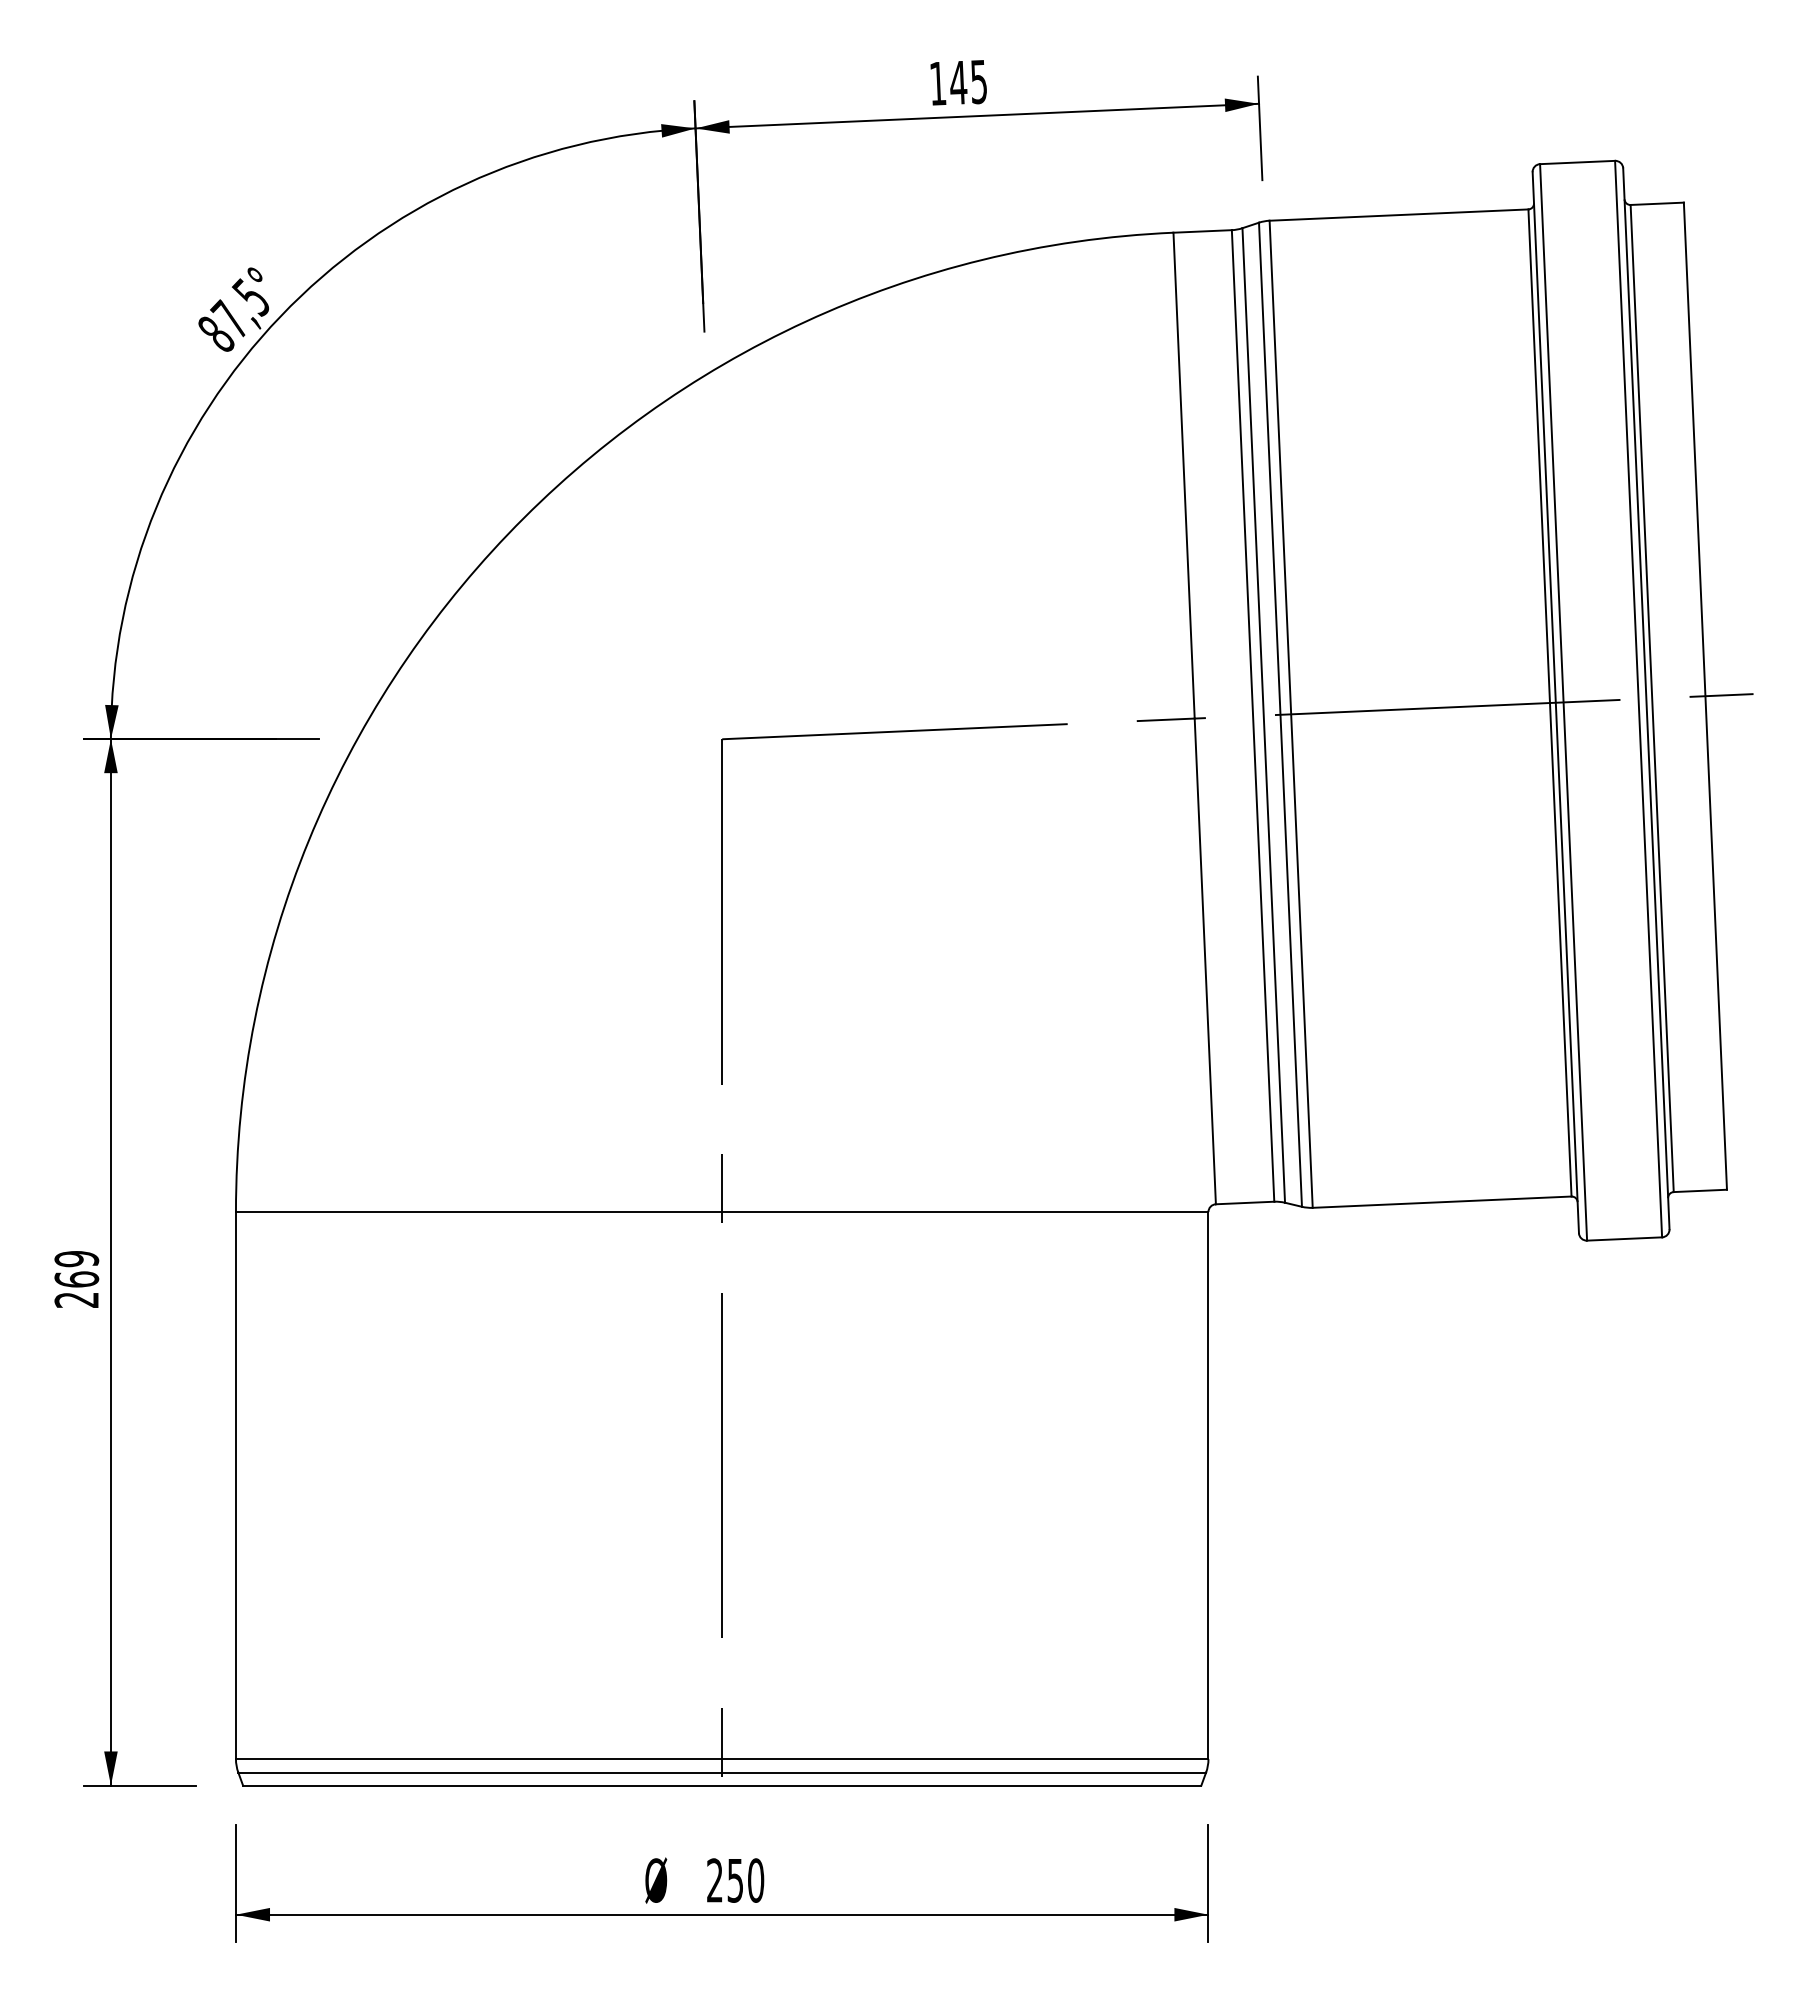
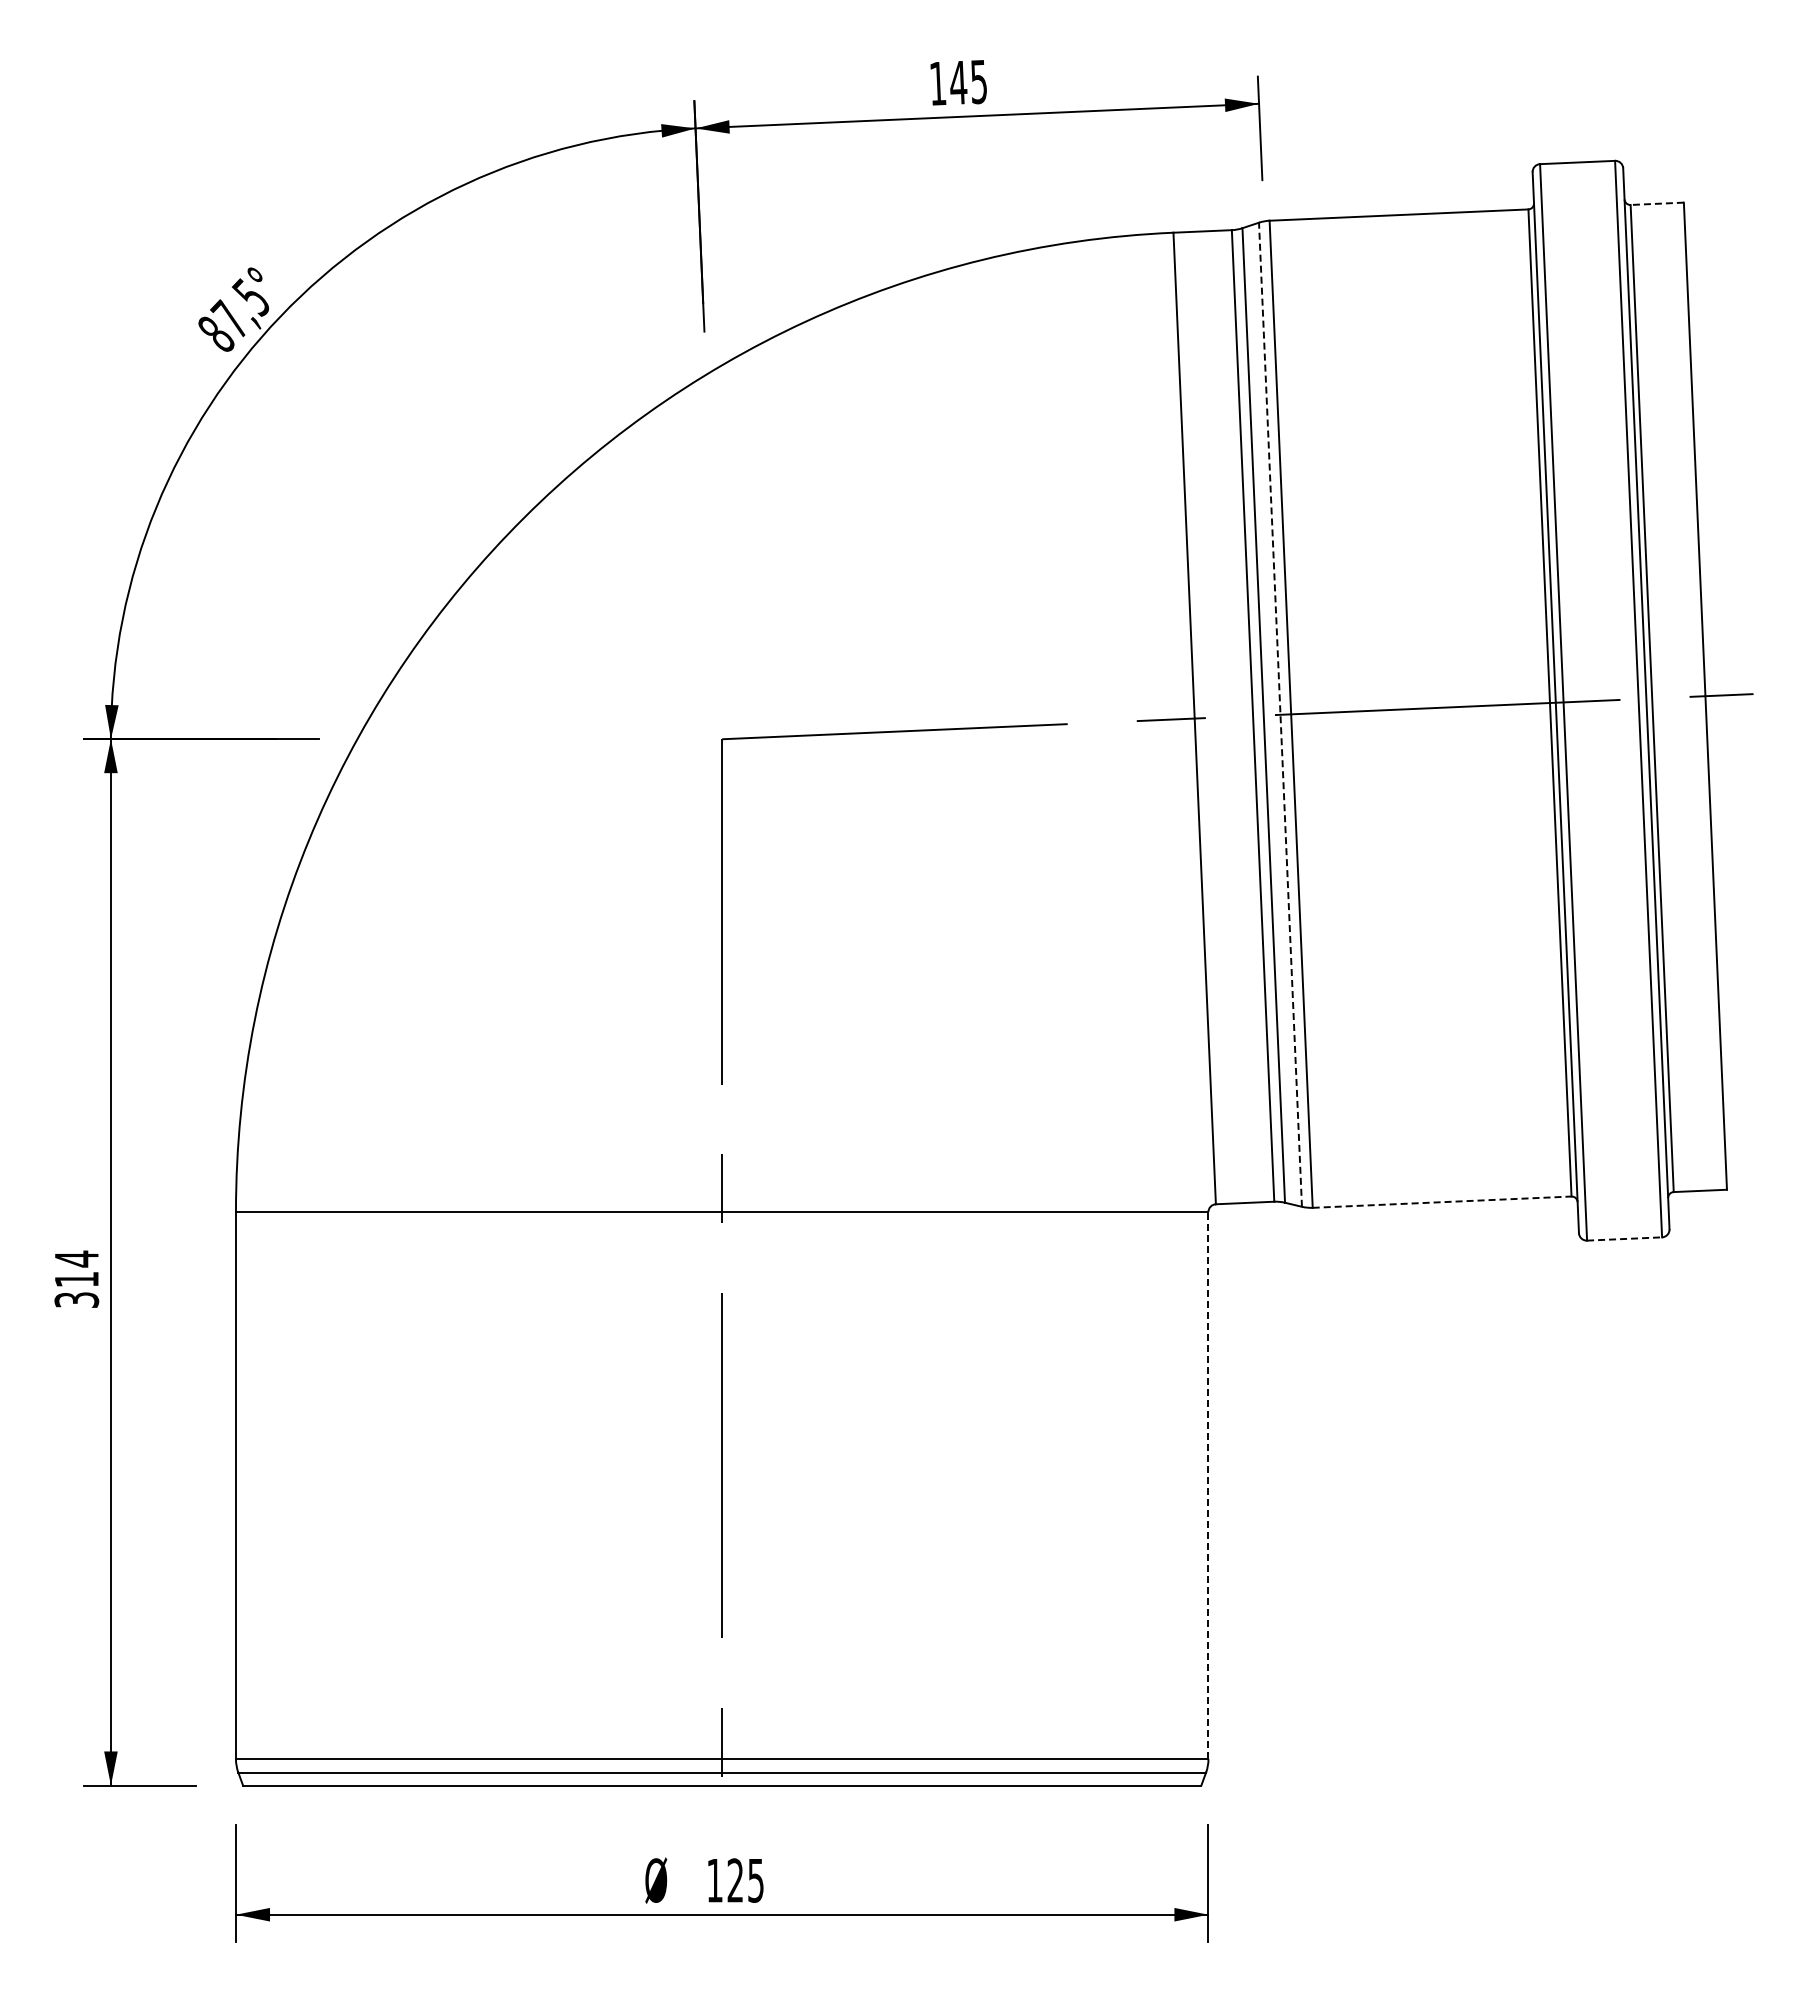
line at (1657, 203): solid -> dashed
line at (1280, 714): solid -> dashed
line at (1442, 1202): solid -> dashed
line at (1624, 1239): solid -> dashed
text at (76, 1278): 269 -> 314
line at (1208, 1485): solid -> dashed
text at (735, 1880): 250 -> 125
